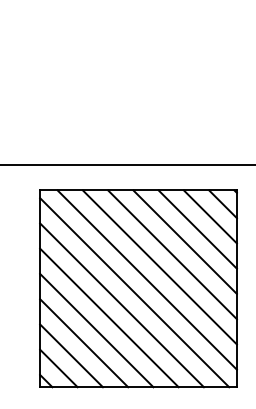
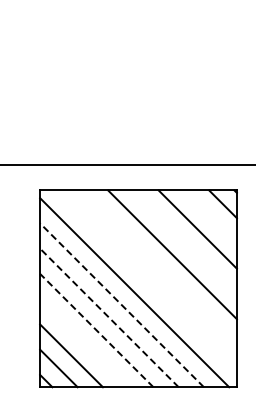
line at (209, 216): present -> none
line at (184, 241): present -> none
line at (159, 267): present -> none
line at (146, 279): present -> none
line at (122, 305): solid -> dashed
line at (109, 317): solid -> dashed
line at (96, 330): solid -> dashed
line at (84, 343): present -> none
